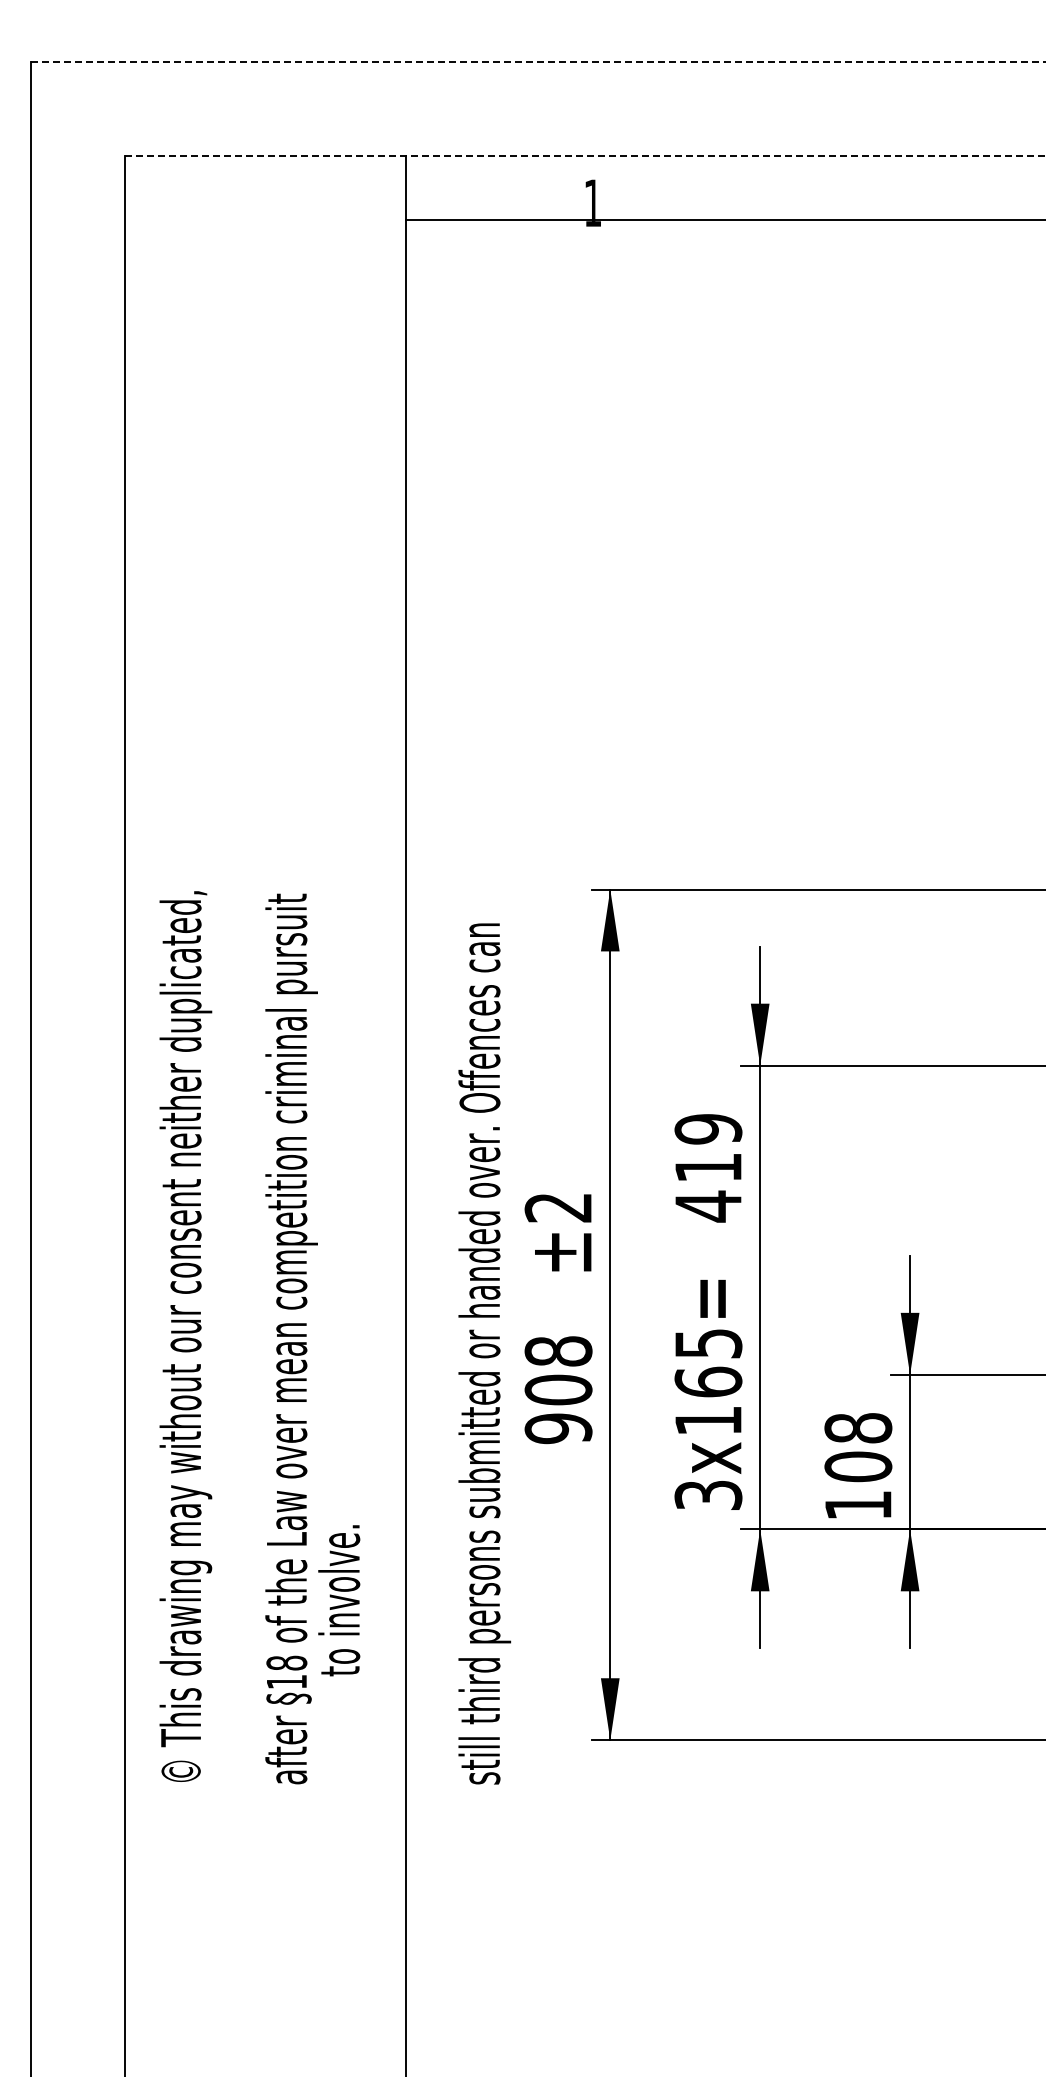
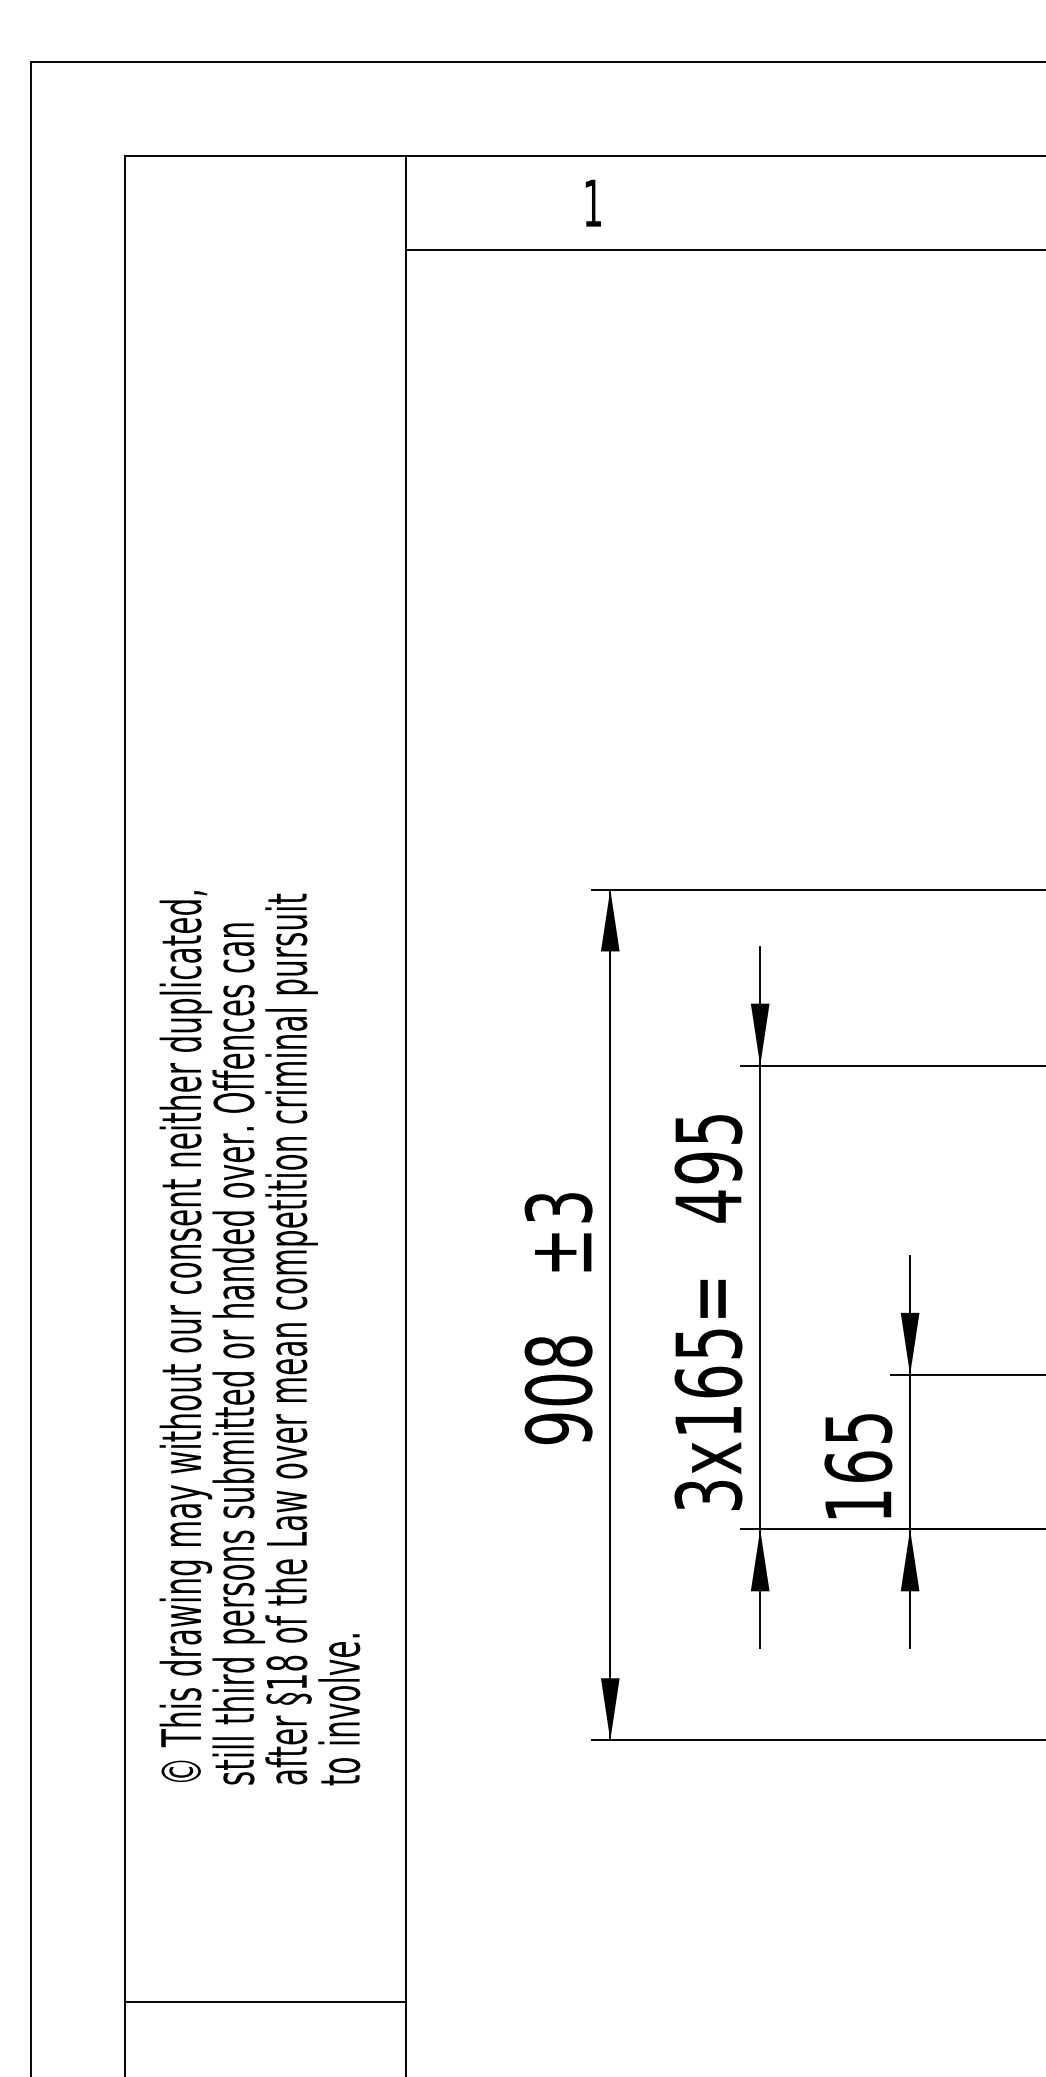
line at (538, 62): dashed -> solid
line at (585, 155): dashed -> solid
line at (724, 219) position: (724, 219) -> (724, 249)
text at (708, 1148): 419 -> 495
text at (558, 1207): ±2 -> ±3
text at (484, 1353) position: (484, 1353) -> (238, 1353)
text at (858, 1447): 108 -> 165
text at (339, 1600) position: (339, 1600) -> (339, 1709)
line at (265, 2001): none -> present
